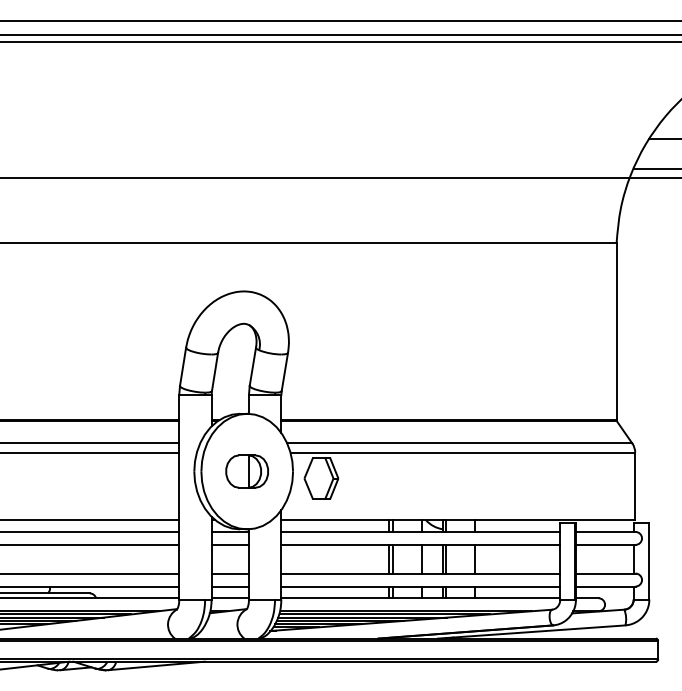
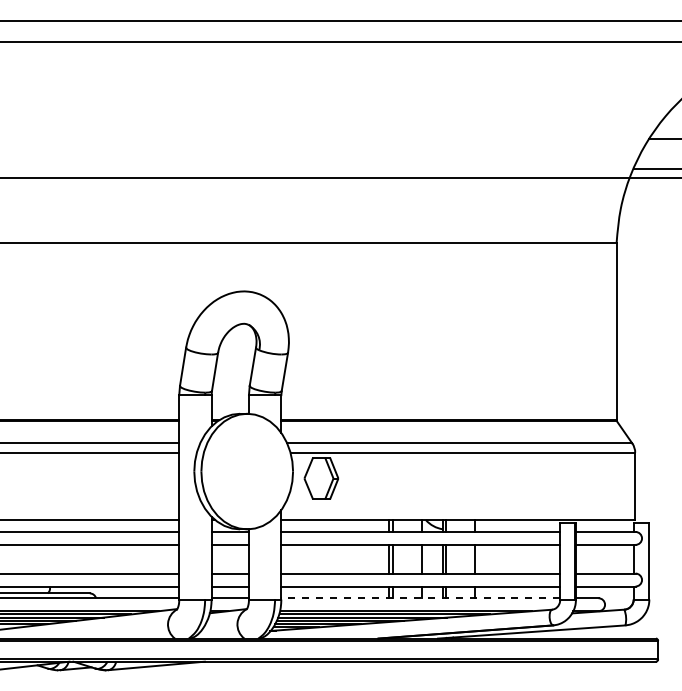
line at (340, 34): present -> none
part at (246, 471): present -> none
line at (420, 598): solid -> dashed
